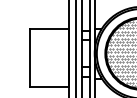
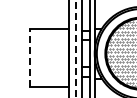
line at (75, 49): solid -> dashed
line at (30, 57): solid -> dashed
